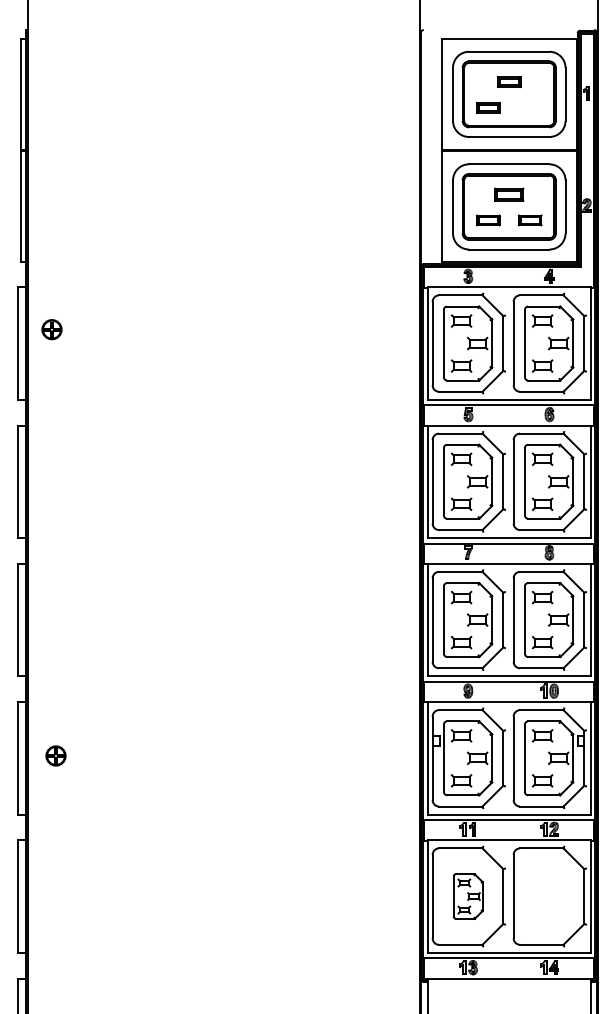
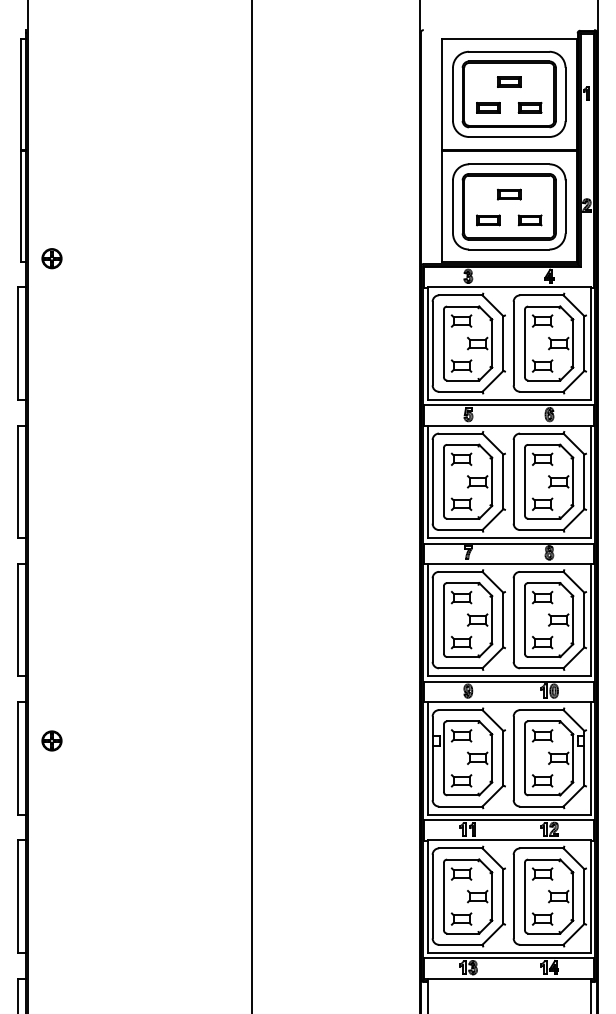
part at (529, 107): none -> present
part at (509, 194) size: 31x15 px -> 25x13 px
part at (51, 329) position: (51, 329) -> (51, 258)
line at (252, 506): none -> present
part at (55, 755) position: (55, 755) -> (51, 740)
part at (468, 896) size: 31x47 px -> 51x77 px
part at (549, 896): none -> present
